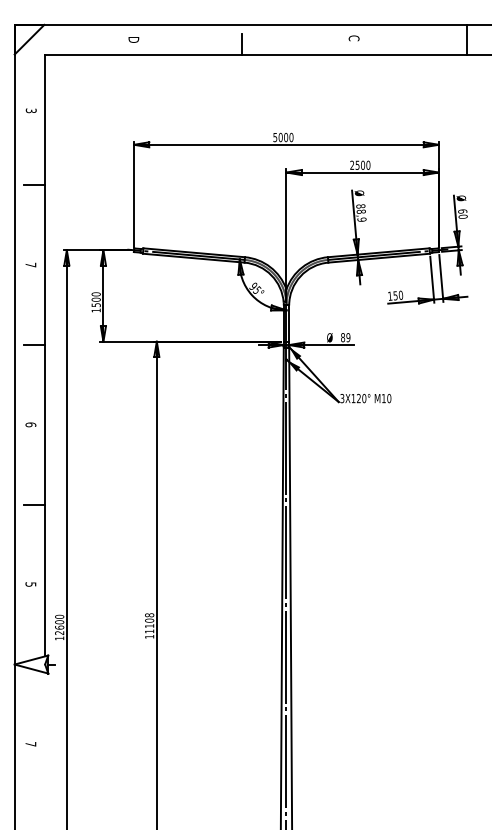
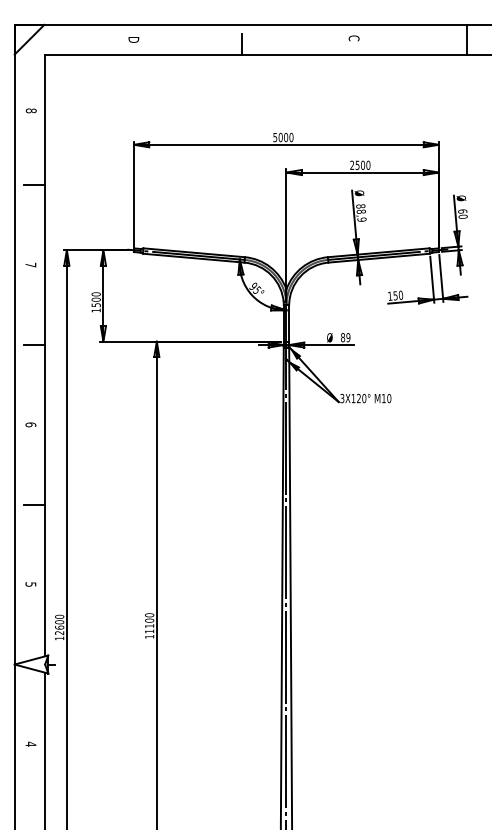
text at (31, 110): 3 -> 8
text at (149, 615): 11108 -> 11100
text at (30, 743): 7 -> 4
line at (45, 749): none -> present
